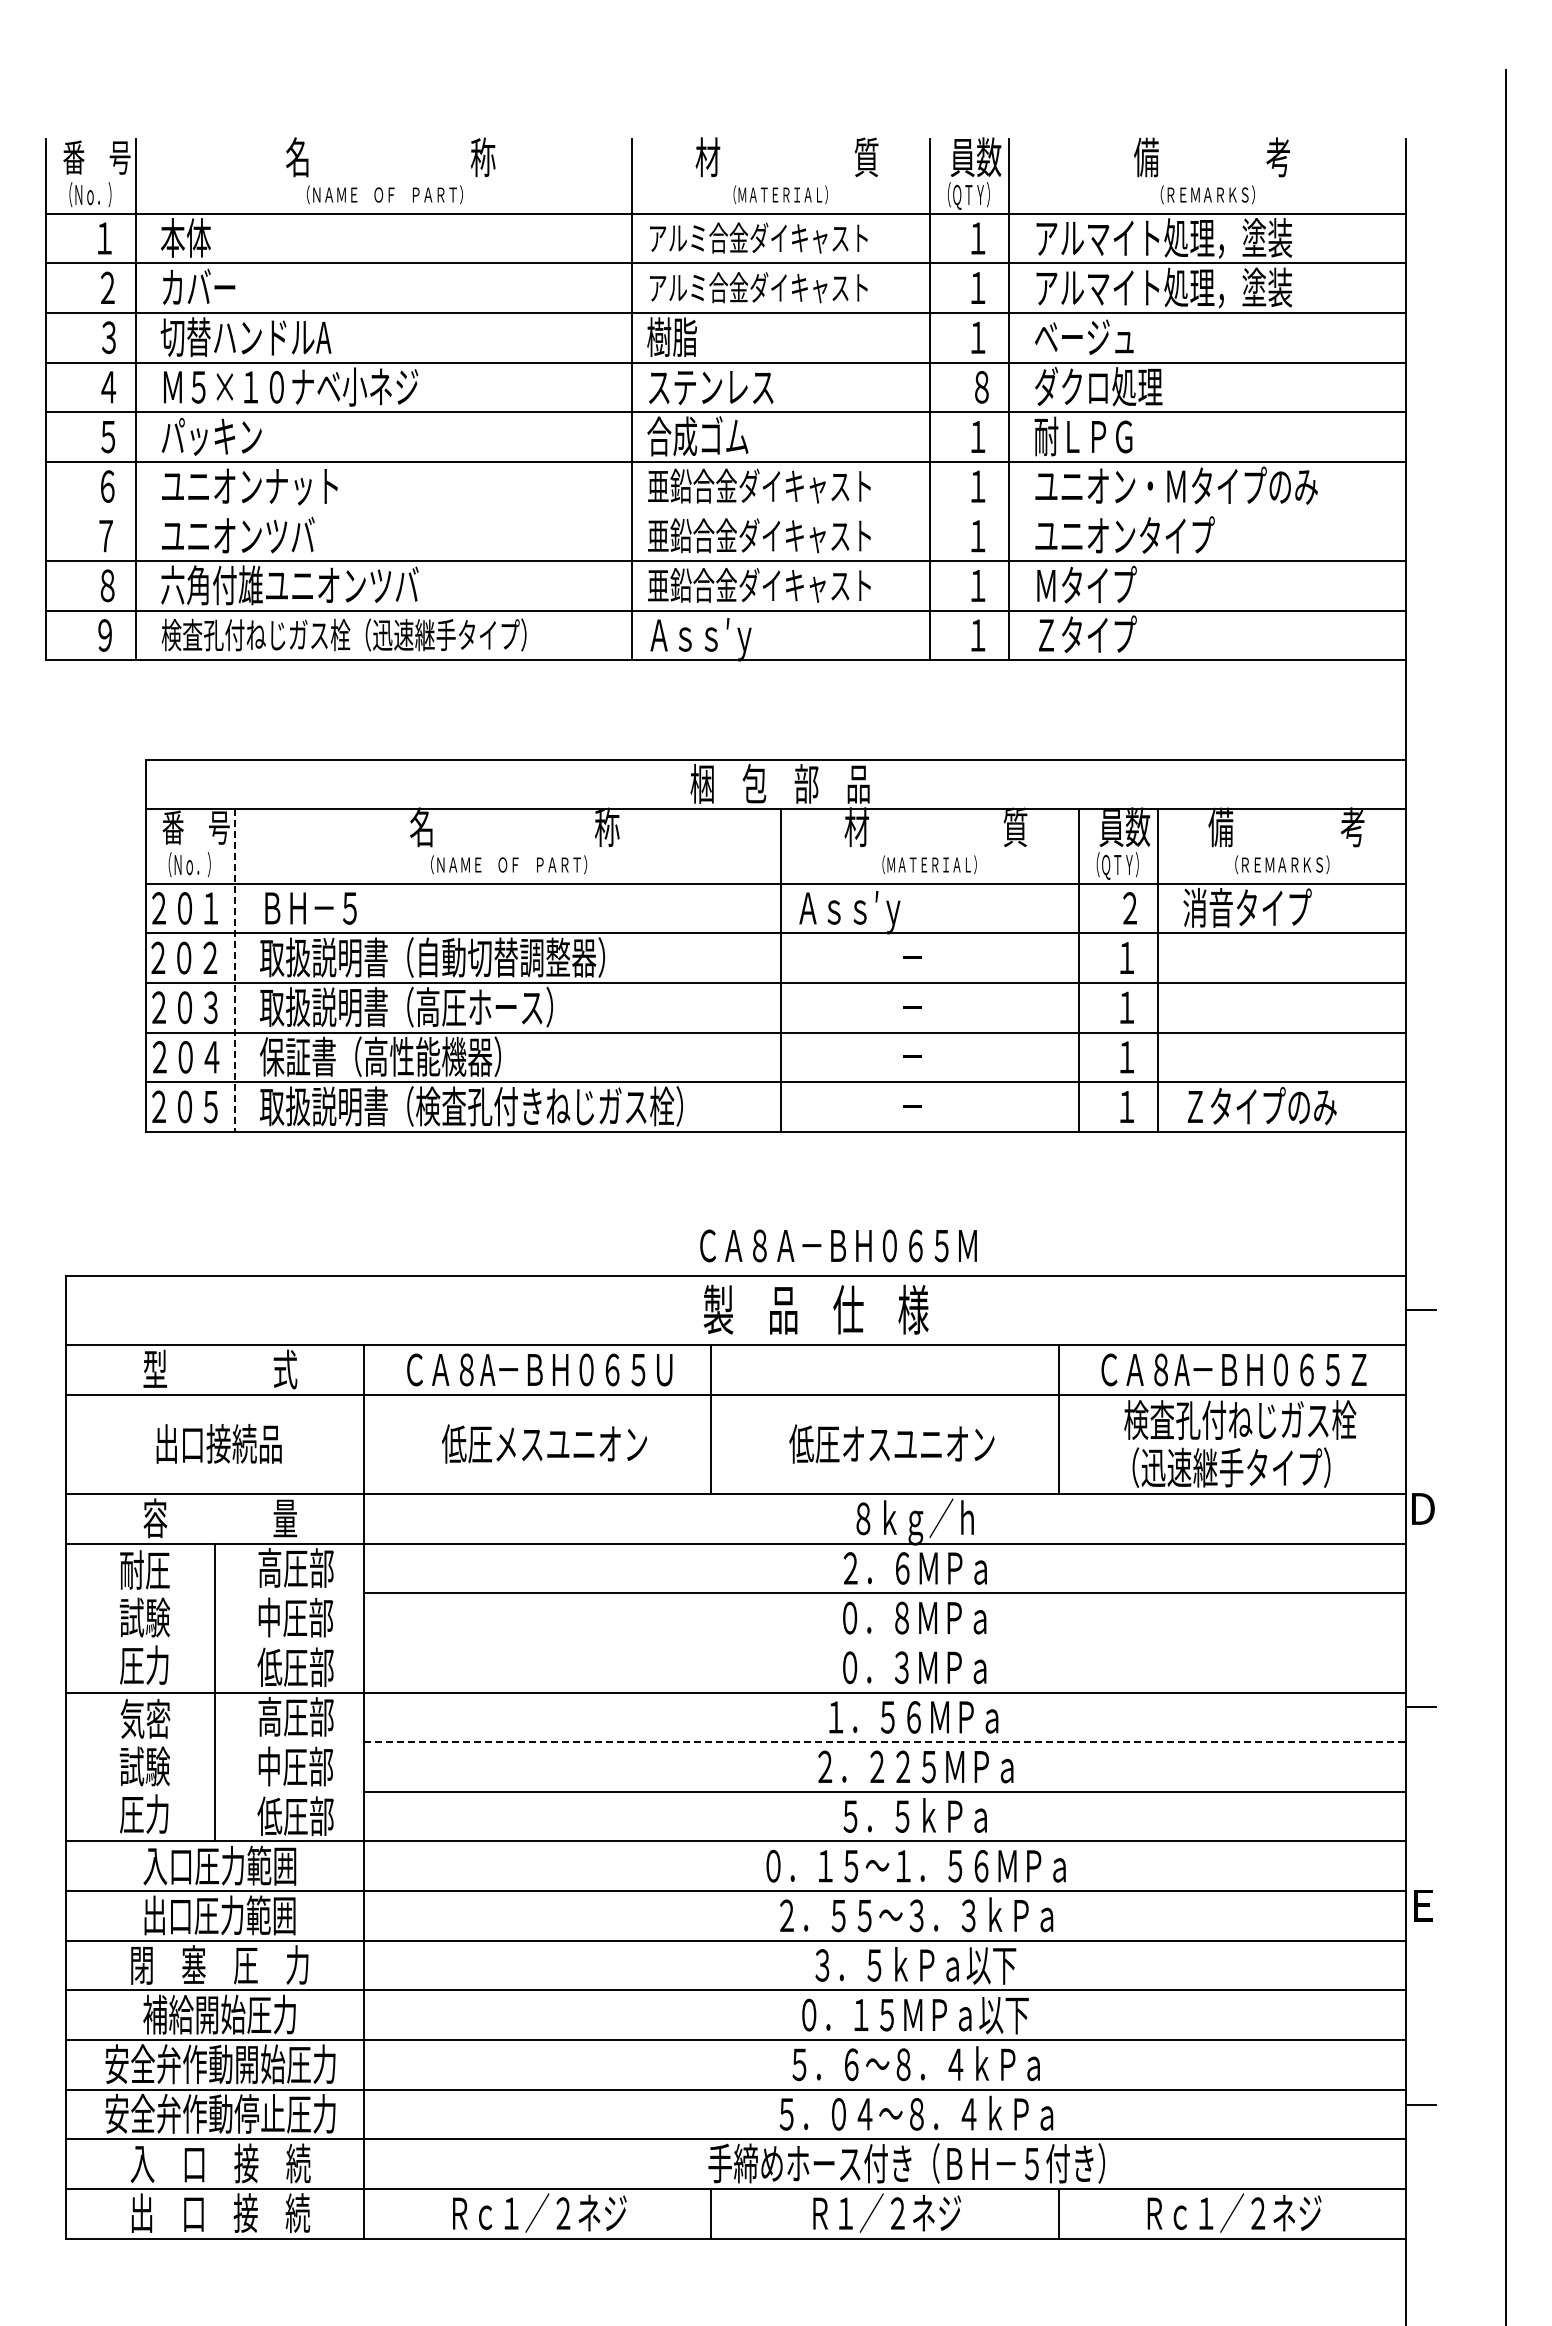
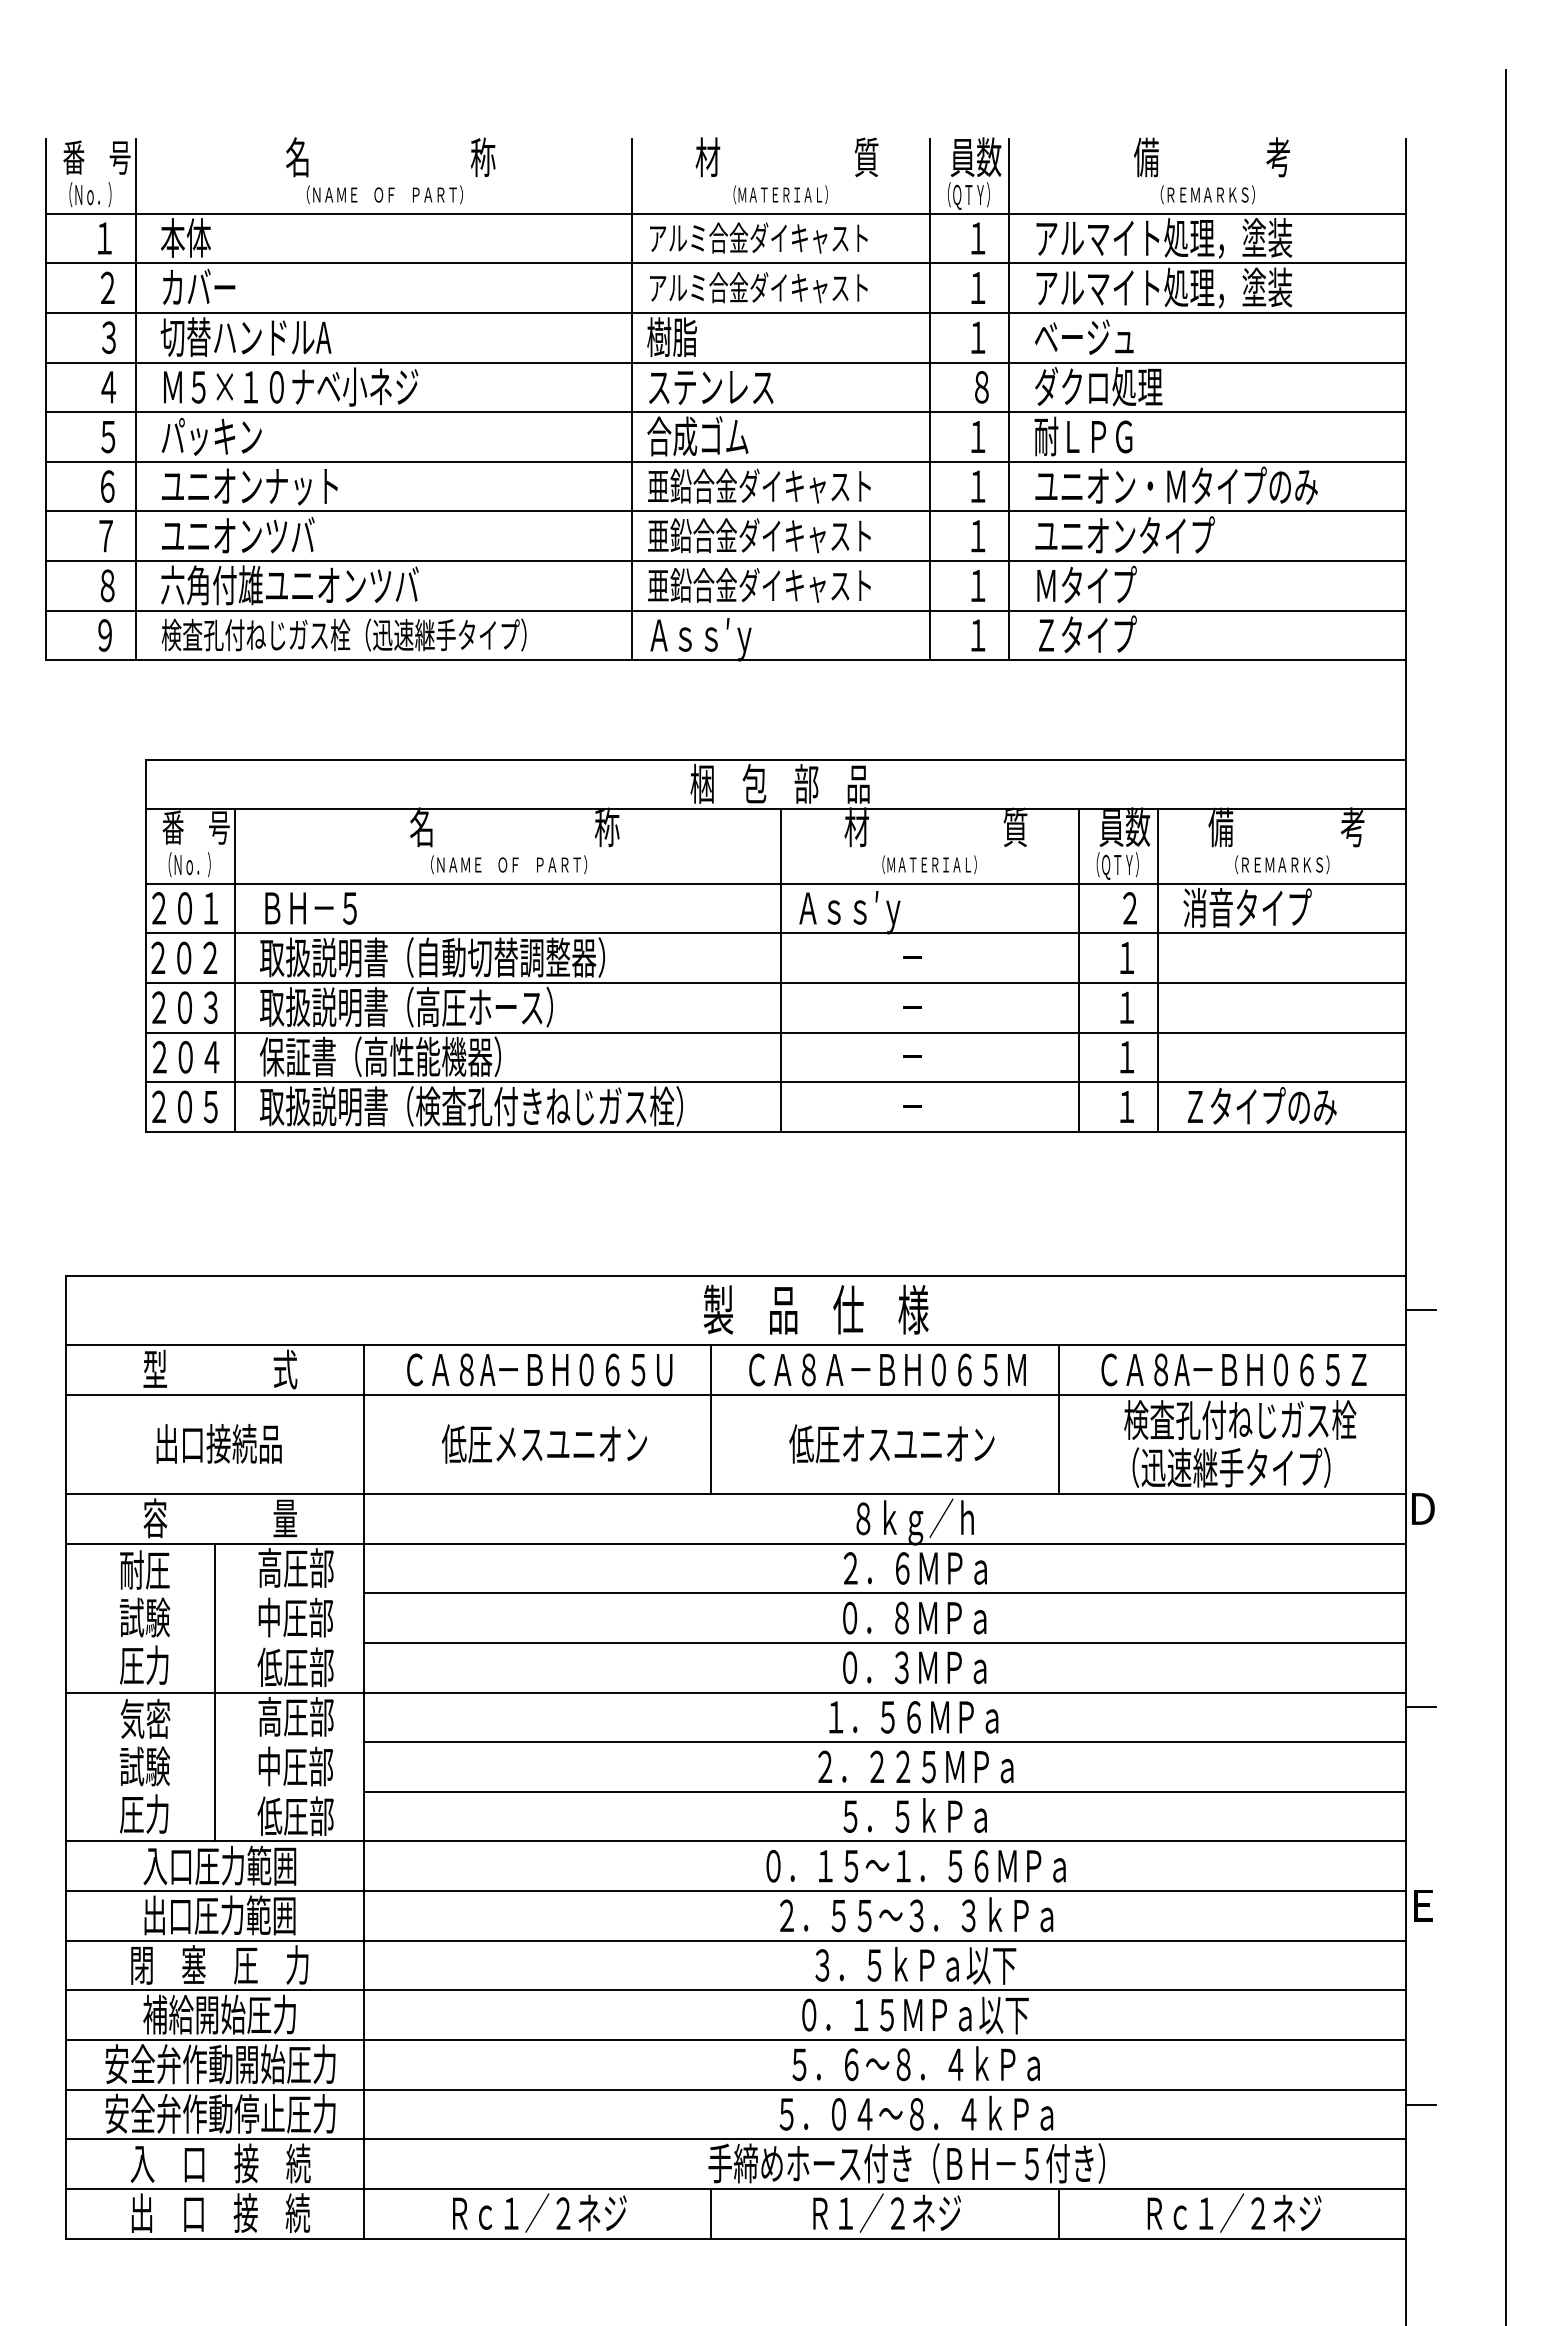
line at (726, 511): none -> present
line at (235, 971): dashed -> solid
text at (838, 1245) position: (838, 1245) -> (887, 1369)
line at (885, 1642): none -> present
line at (885, 1742): dashed -> solid
